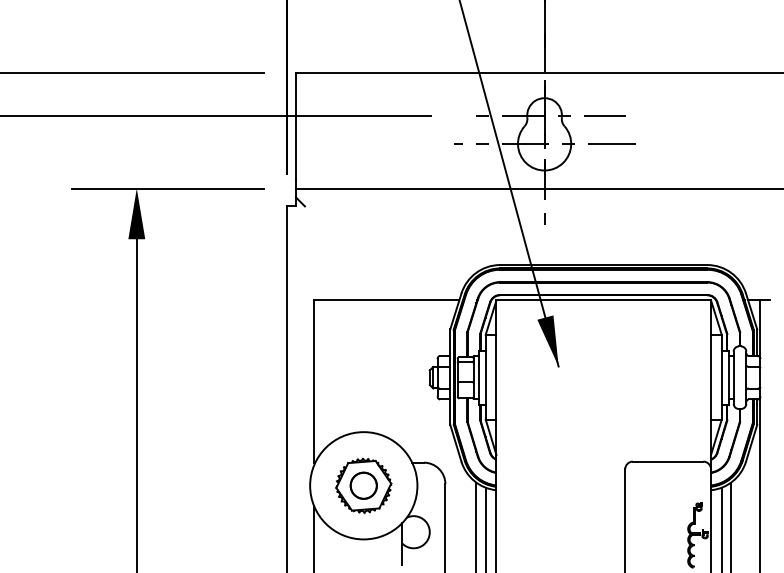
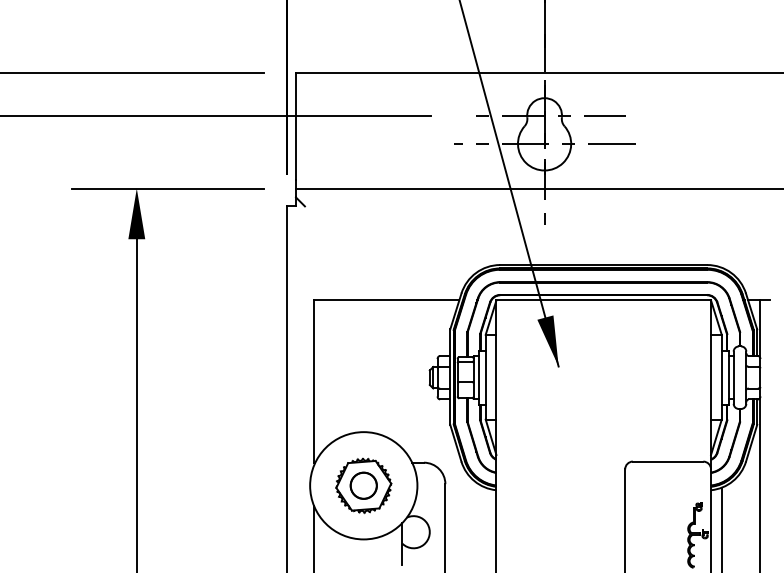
line at (476, 525): present -> none
line at (731, 525): present -> none
line at (485, 528): present -> none
